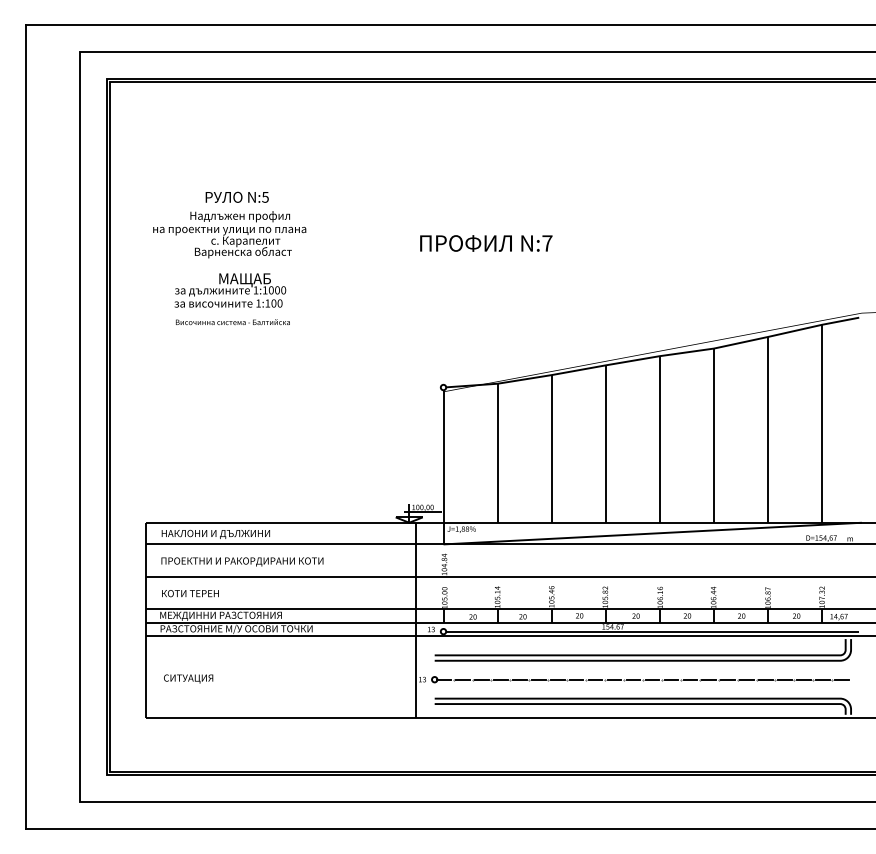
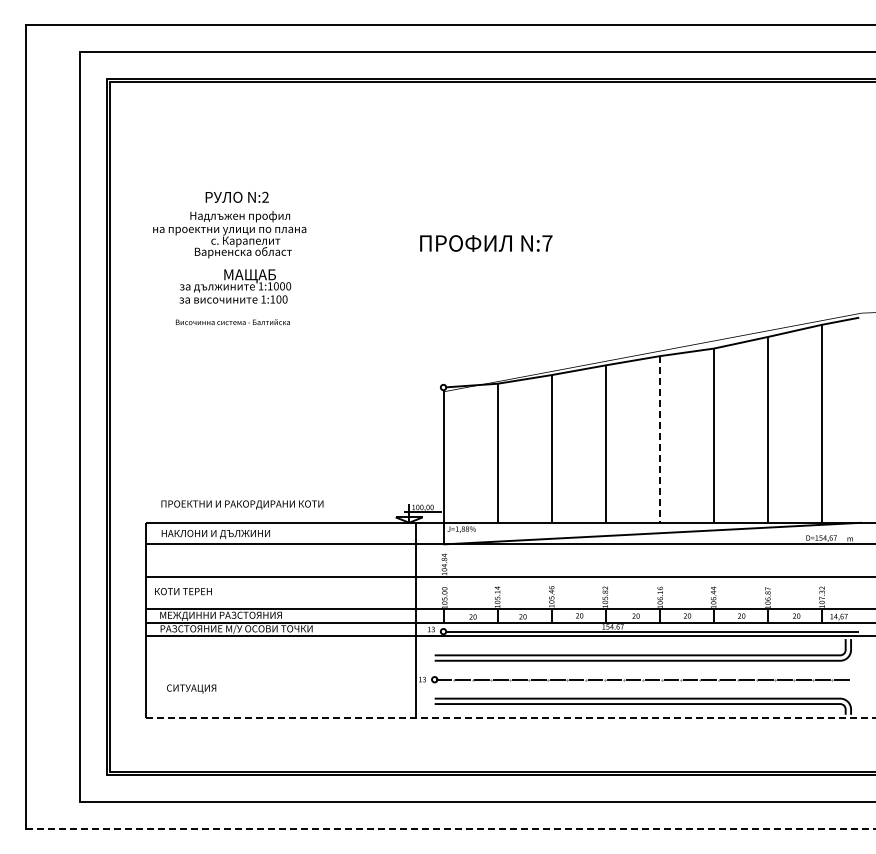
text at (265, 196): N:5 -> N:2
text at (230, 290) position: (230, 290) -> (235, 286)
line at (659, 439): solid -> dashed
text at (242, 561) position: (242, 561) -> (242, 504)
text at (190, 593) position: (190, 593) -> (183, 591)
text at (188, 678) position: (188, 678) -> (191, 688)
line at (510, 717): solid -> dashed
line at (451, 828): solid -> dashed
